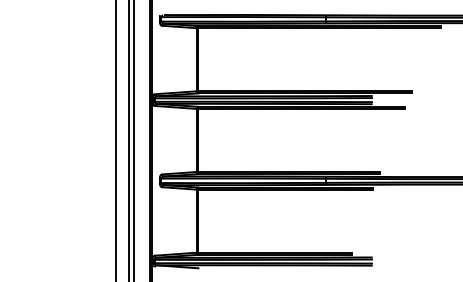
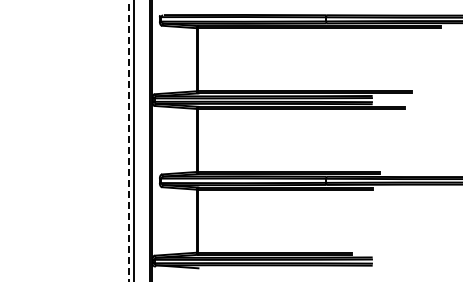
line at (115, 140): present -> none
line at (129, 140): solid -> dashed
